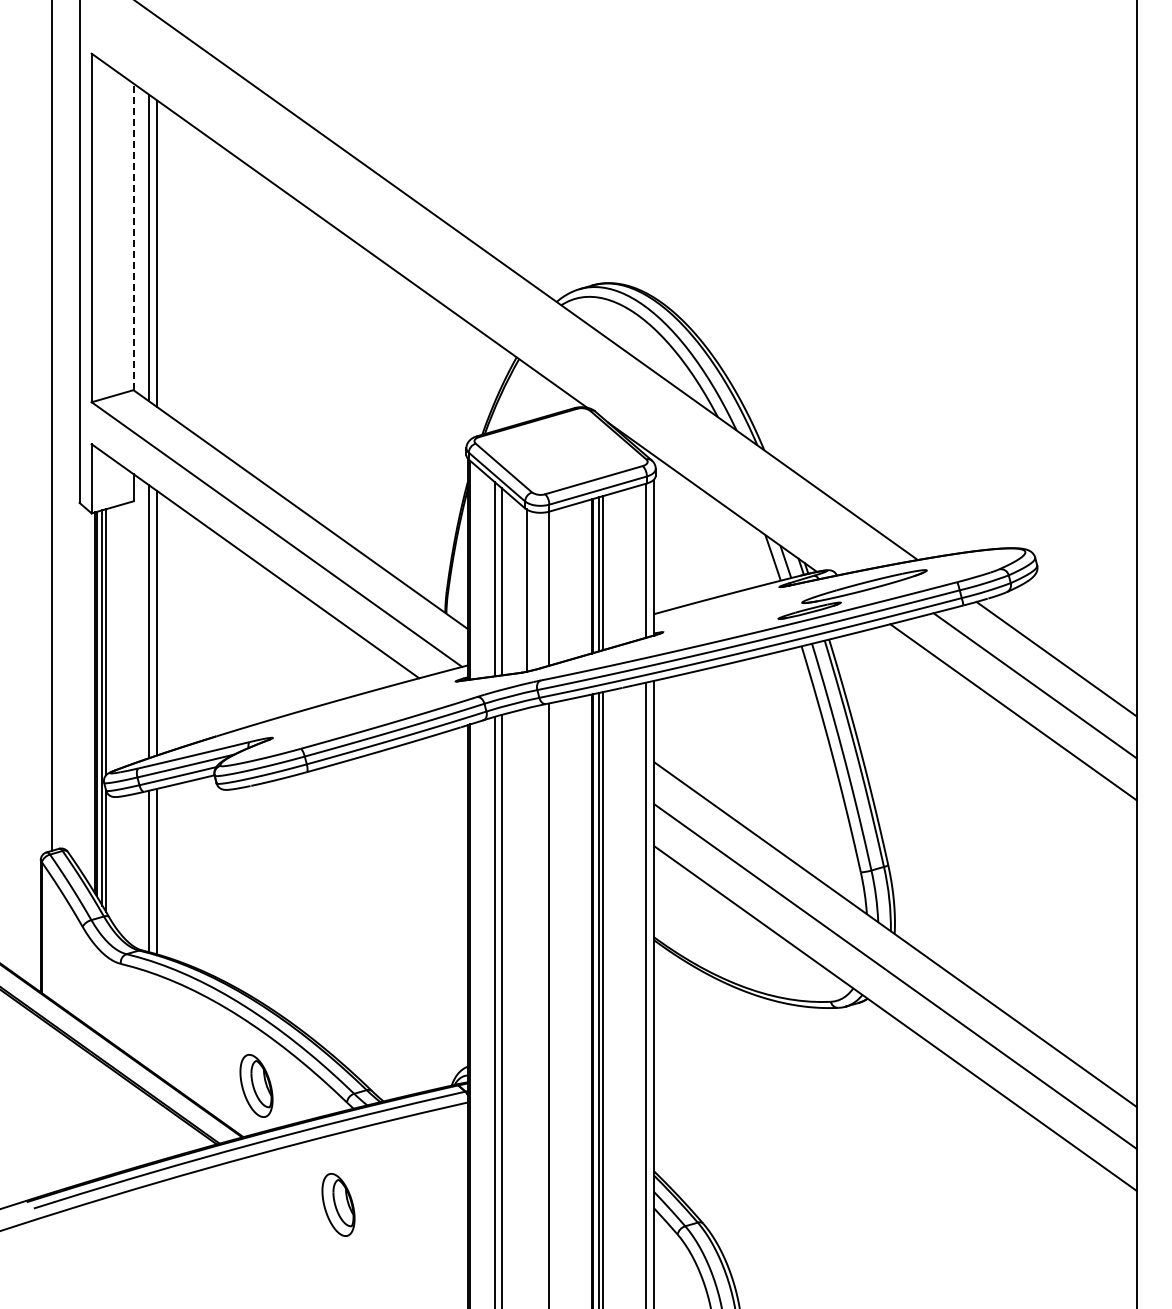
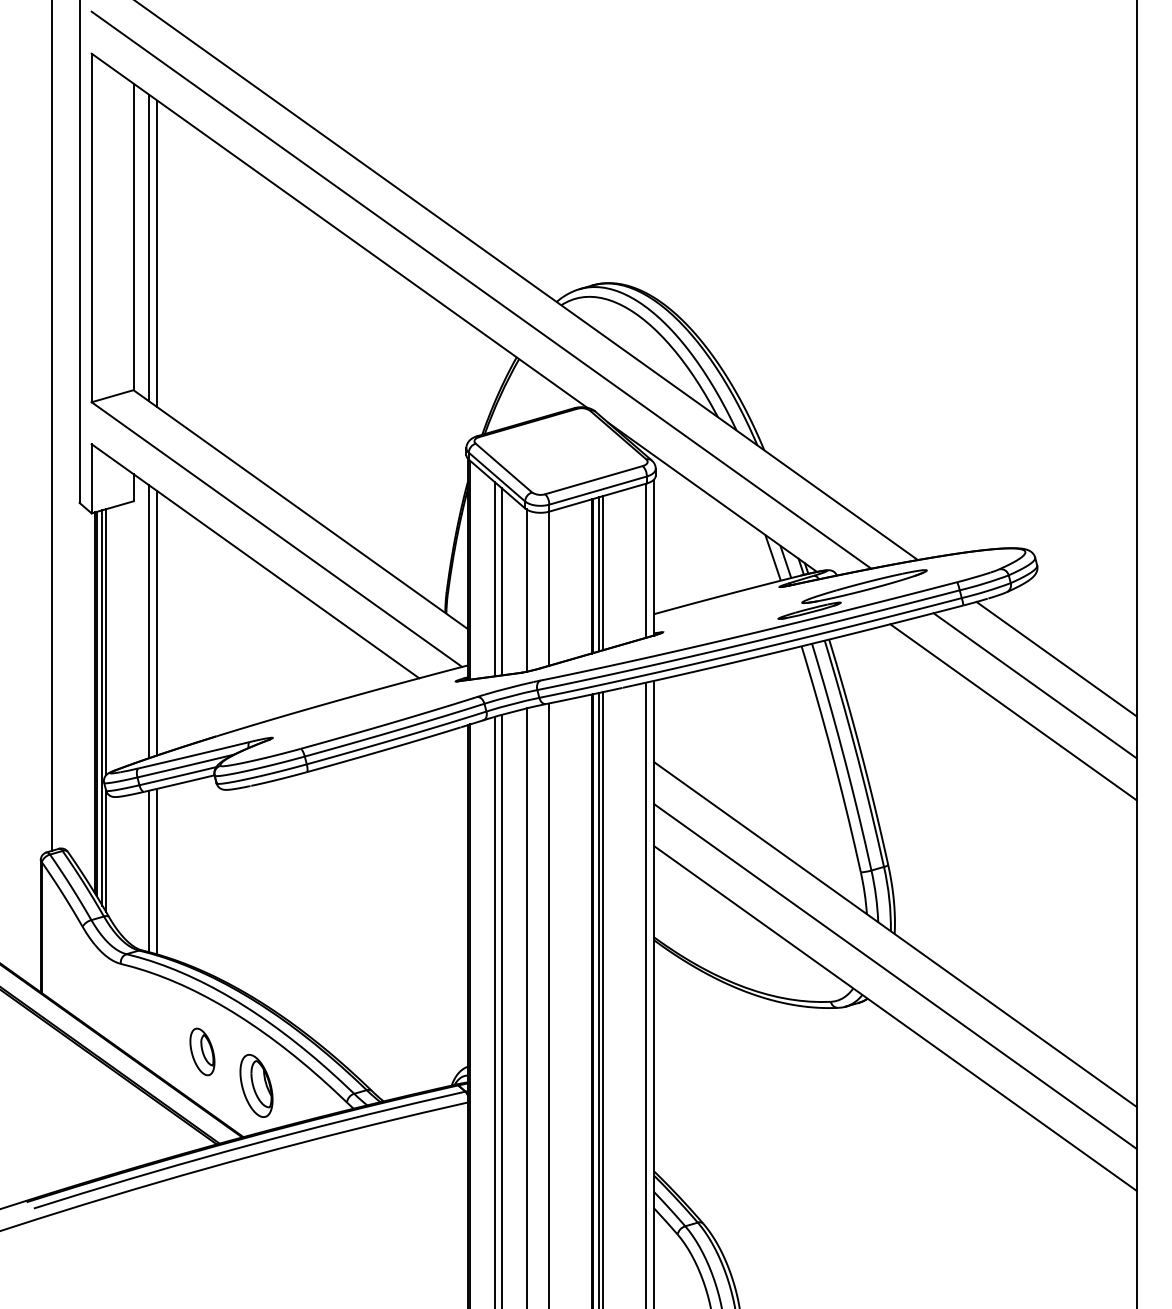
line at (133, 236): dashed -> solid
line at (481, 289): none -> present
line at (526, 1006): none -> present
part at (202, 1051): none -> present
part at (338, 1204): present -> none
